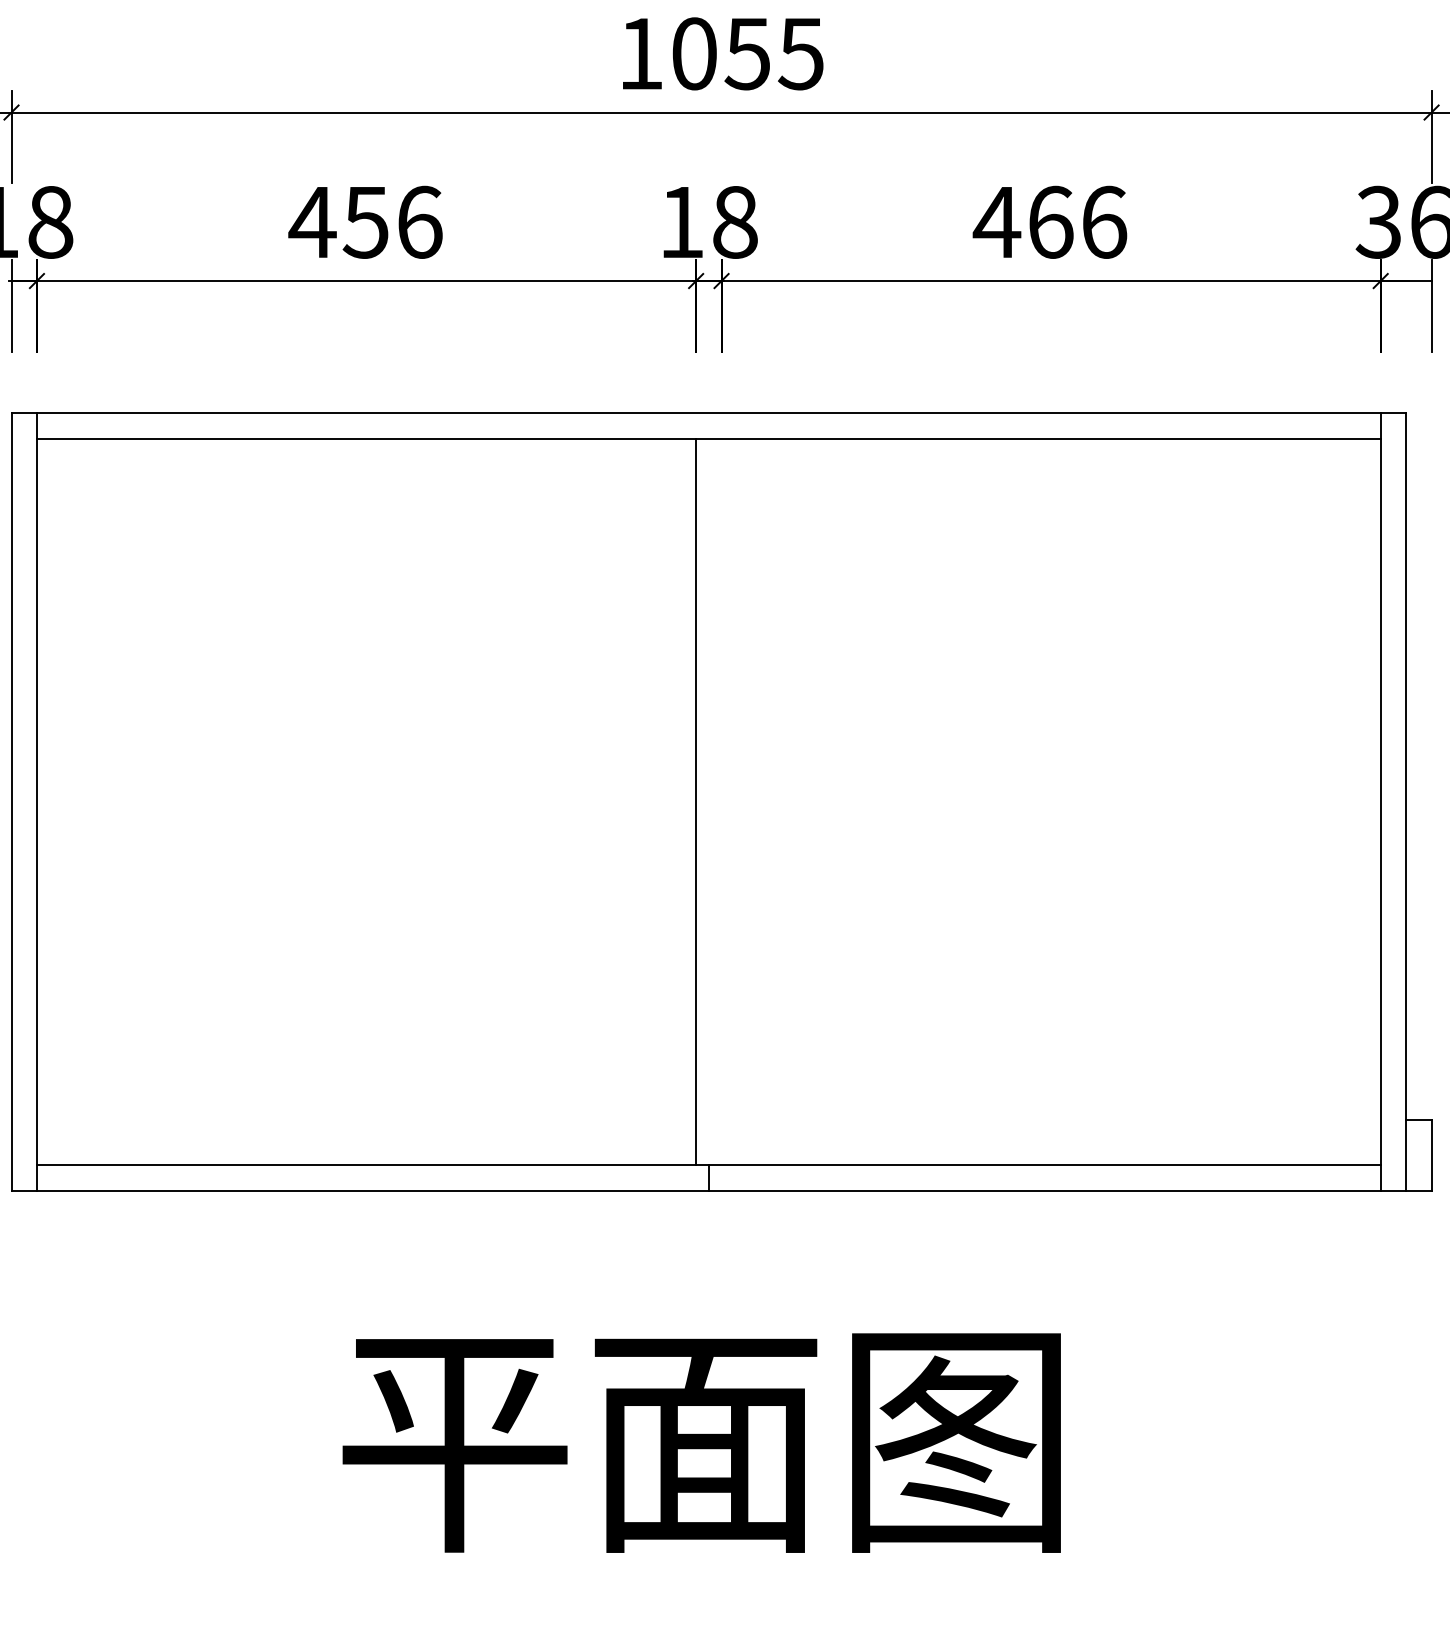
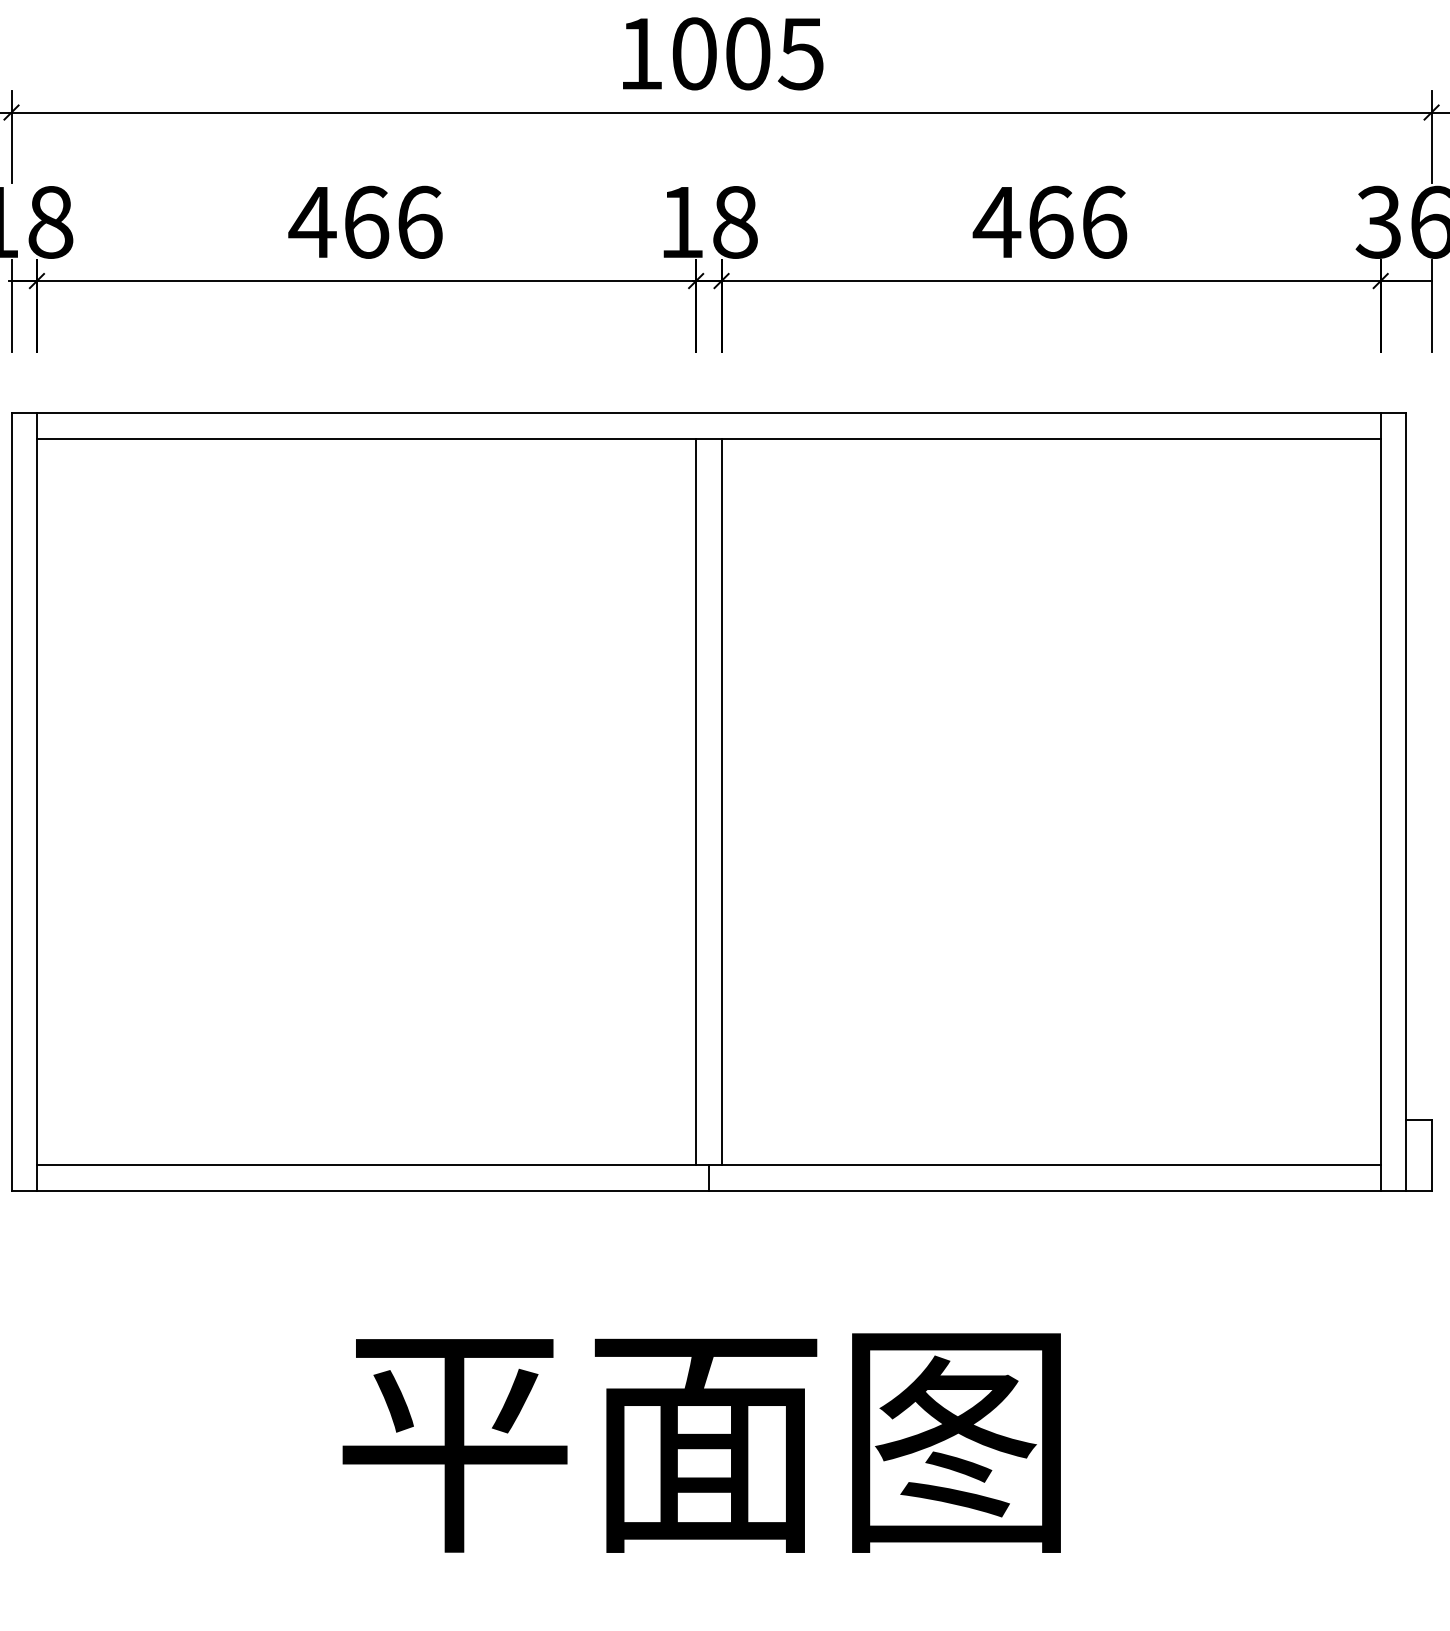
text at (747, 53): 1055 -> 1005
text at (365, 221): 456 -> 466
line at (721, 801): none -> present
